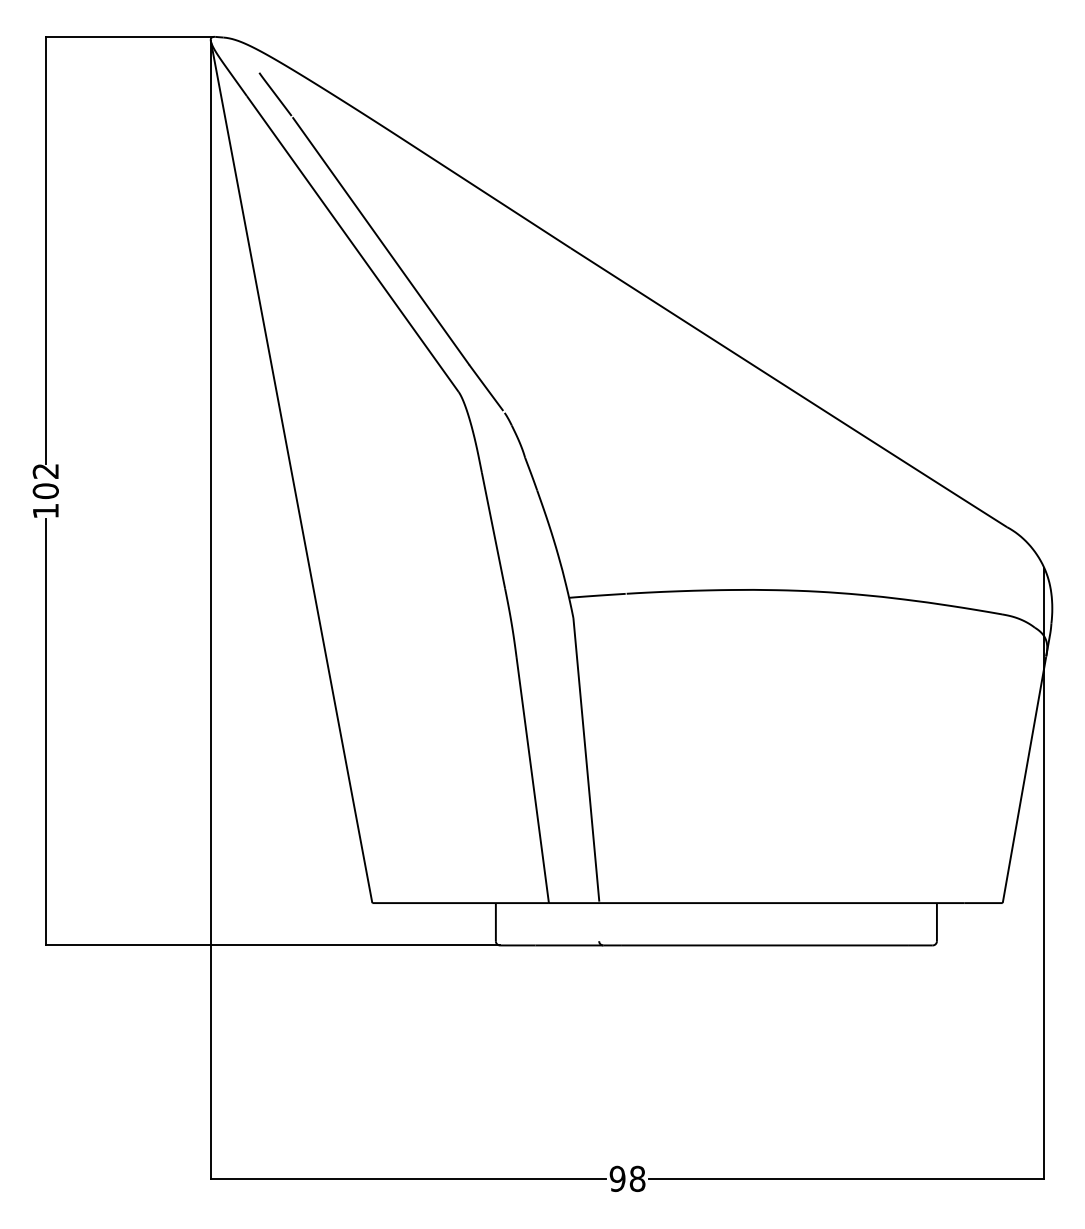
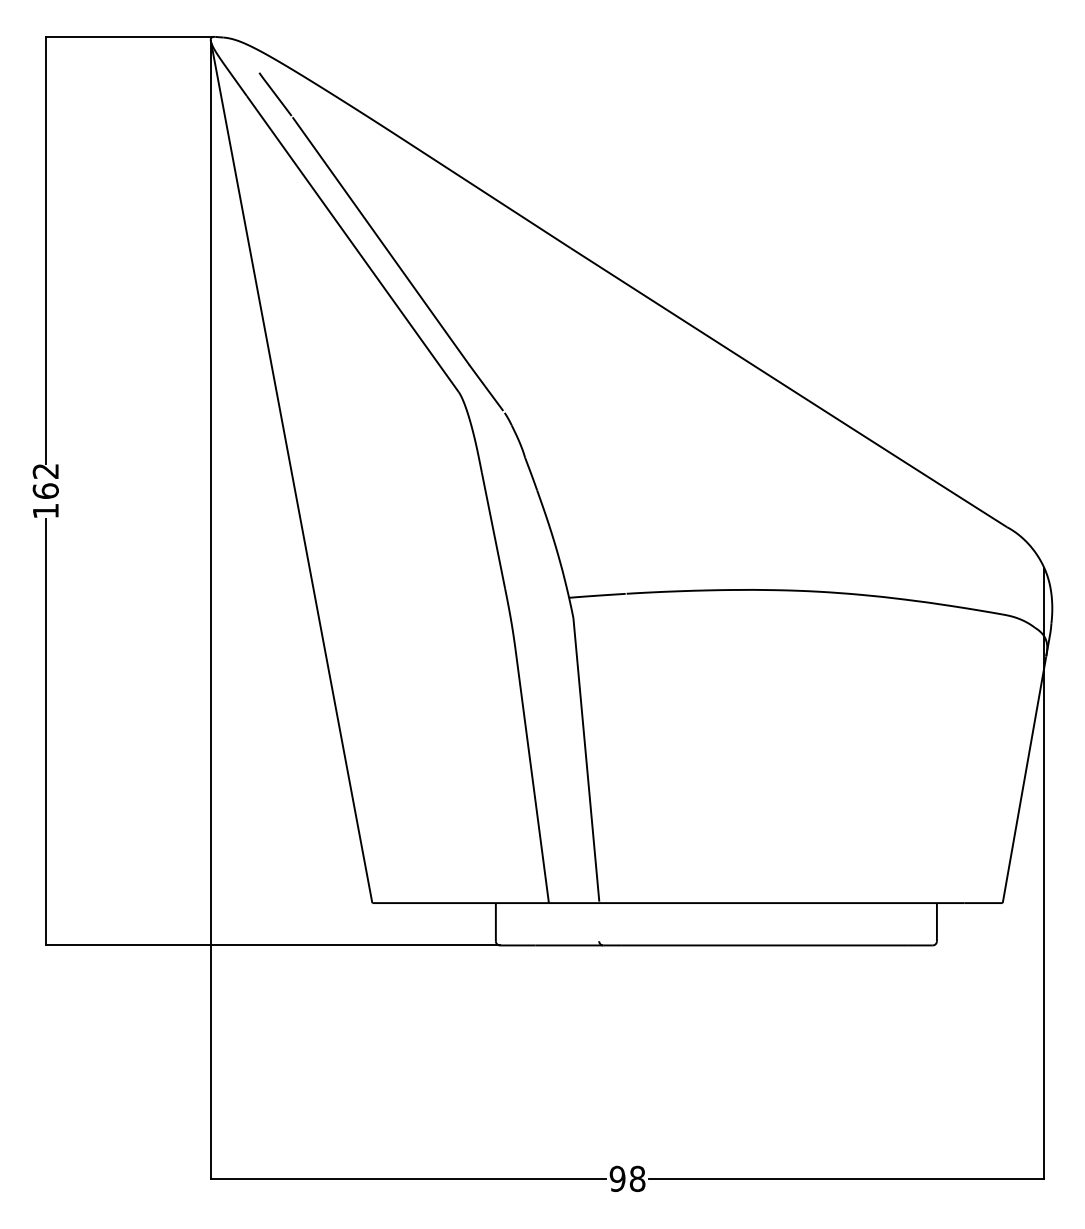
text at (45, 491): 102 -> 162
